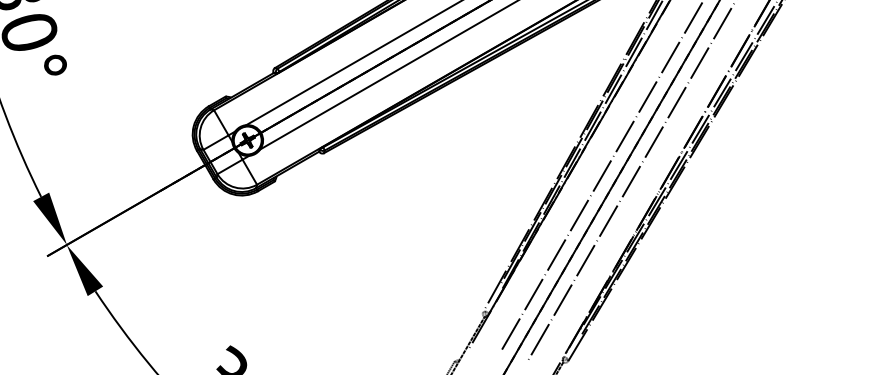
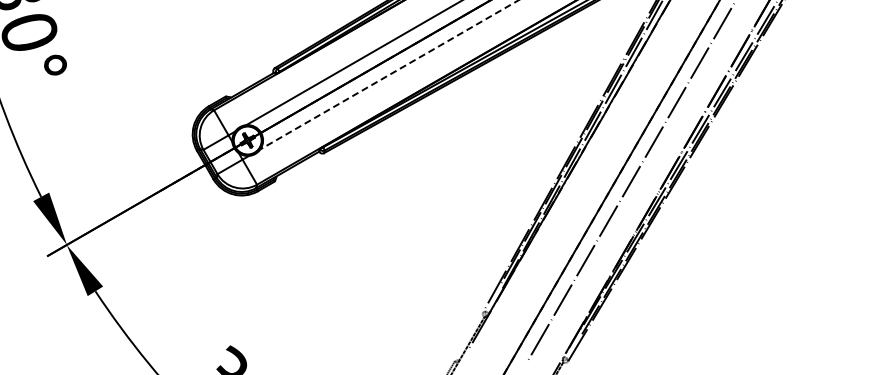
line at (389, 75): solid -> dashed
line at (602, 175): present -> none
